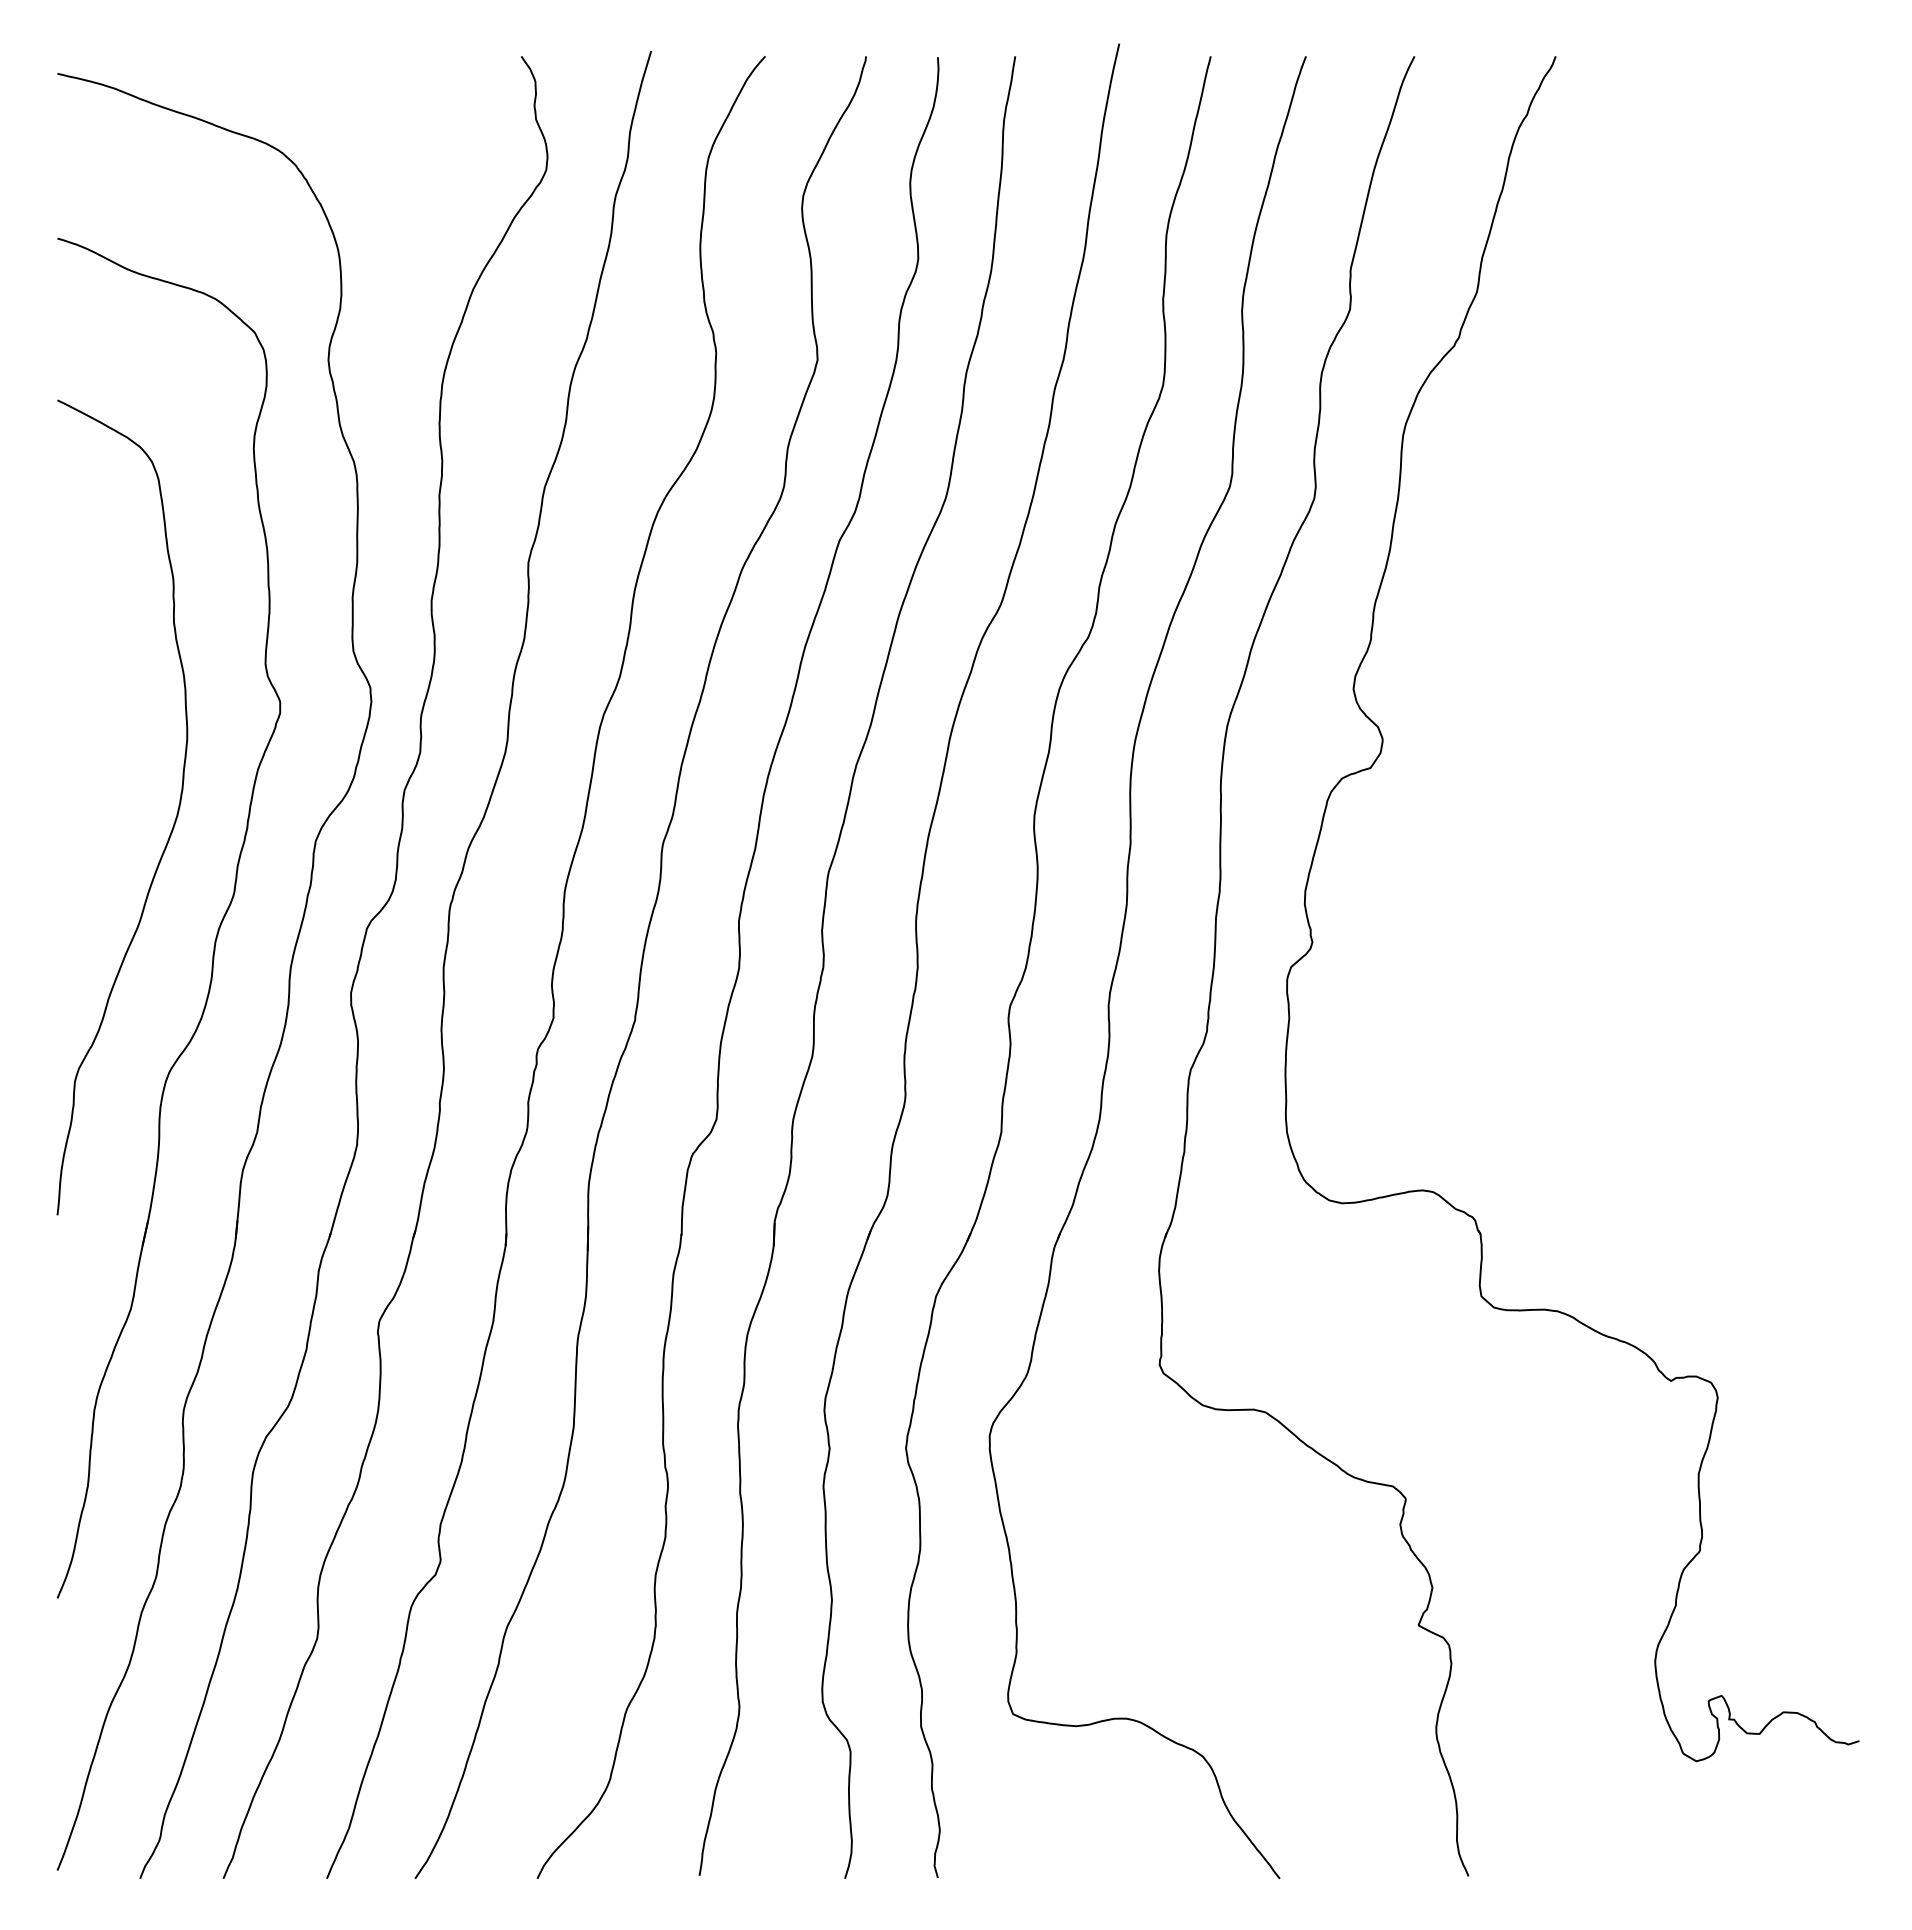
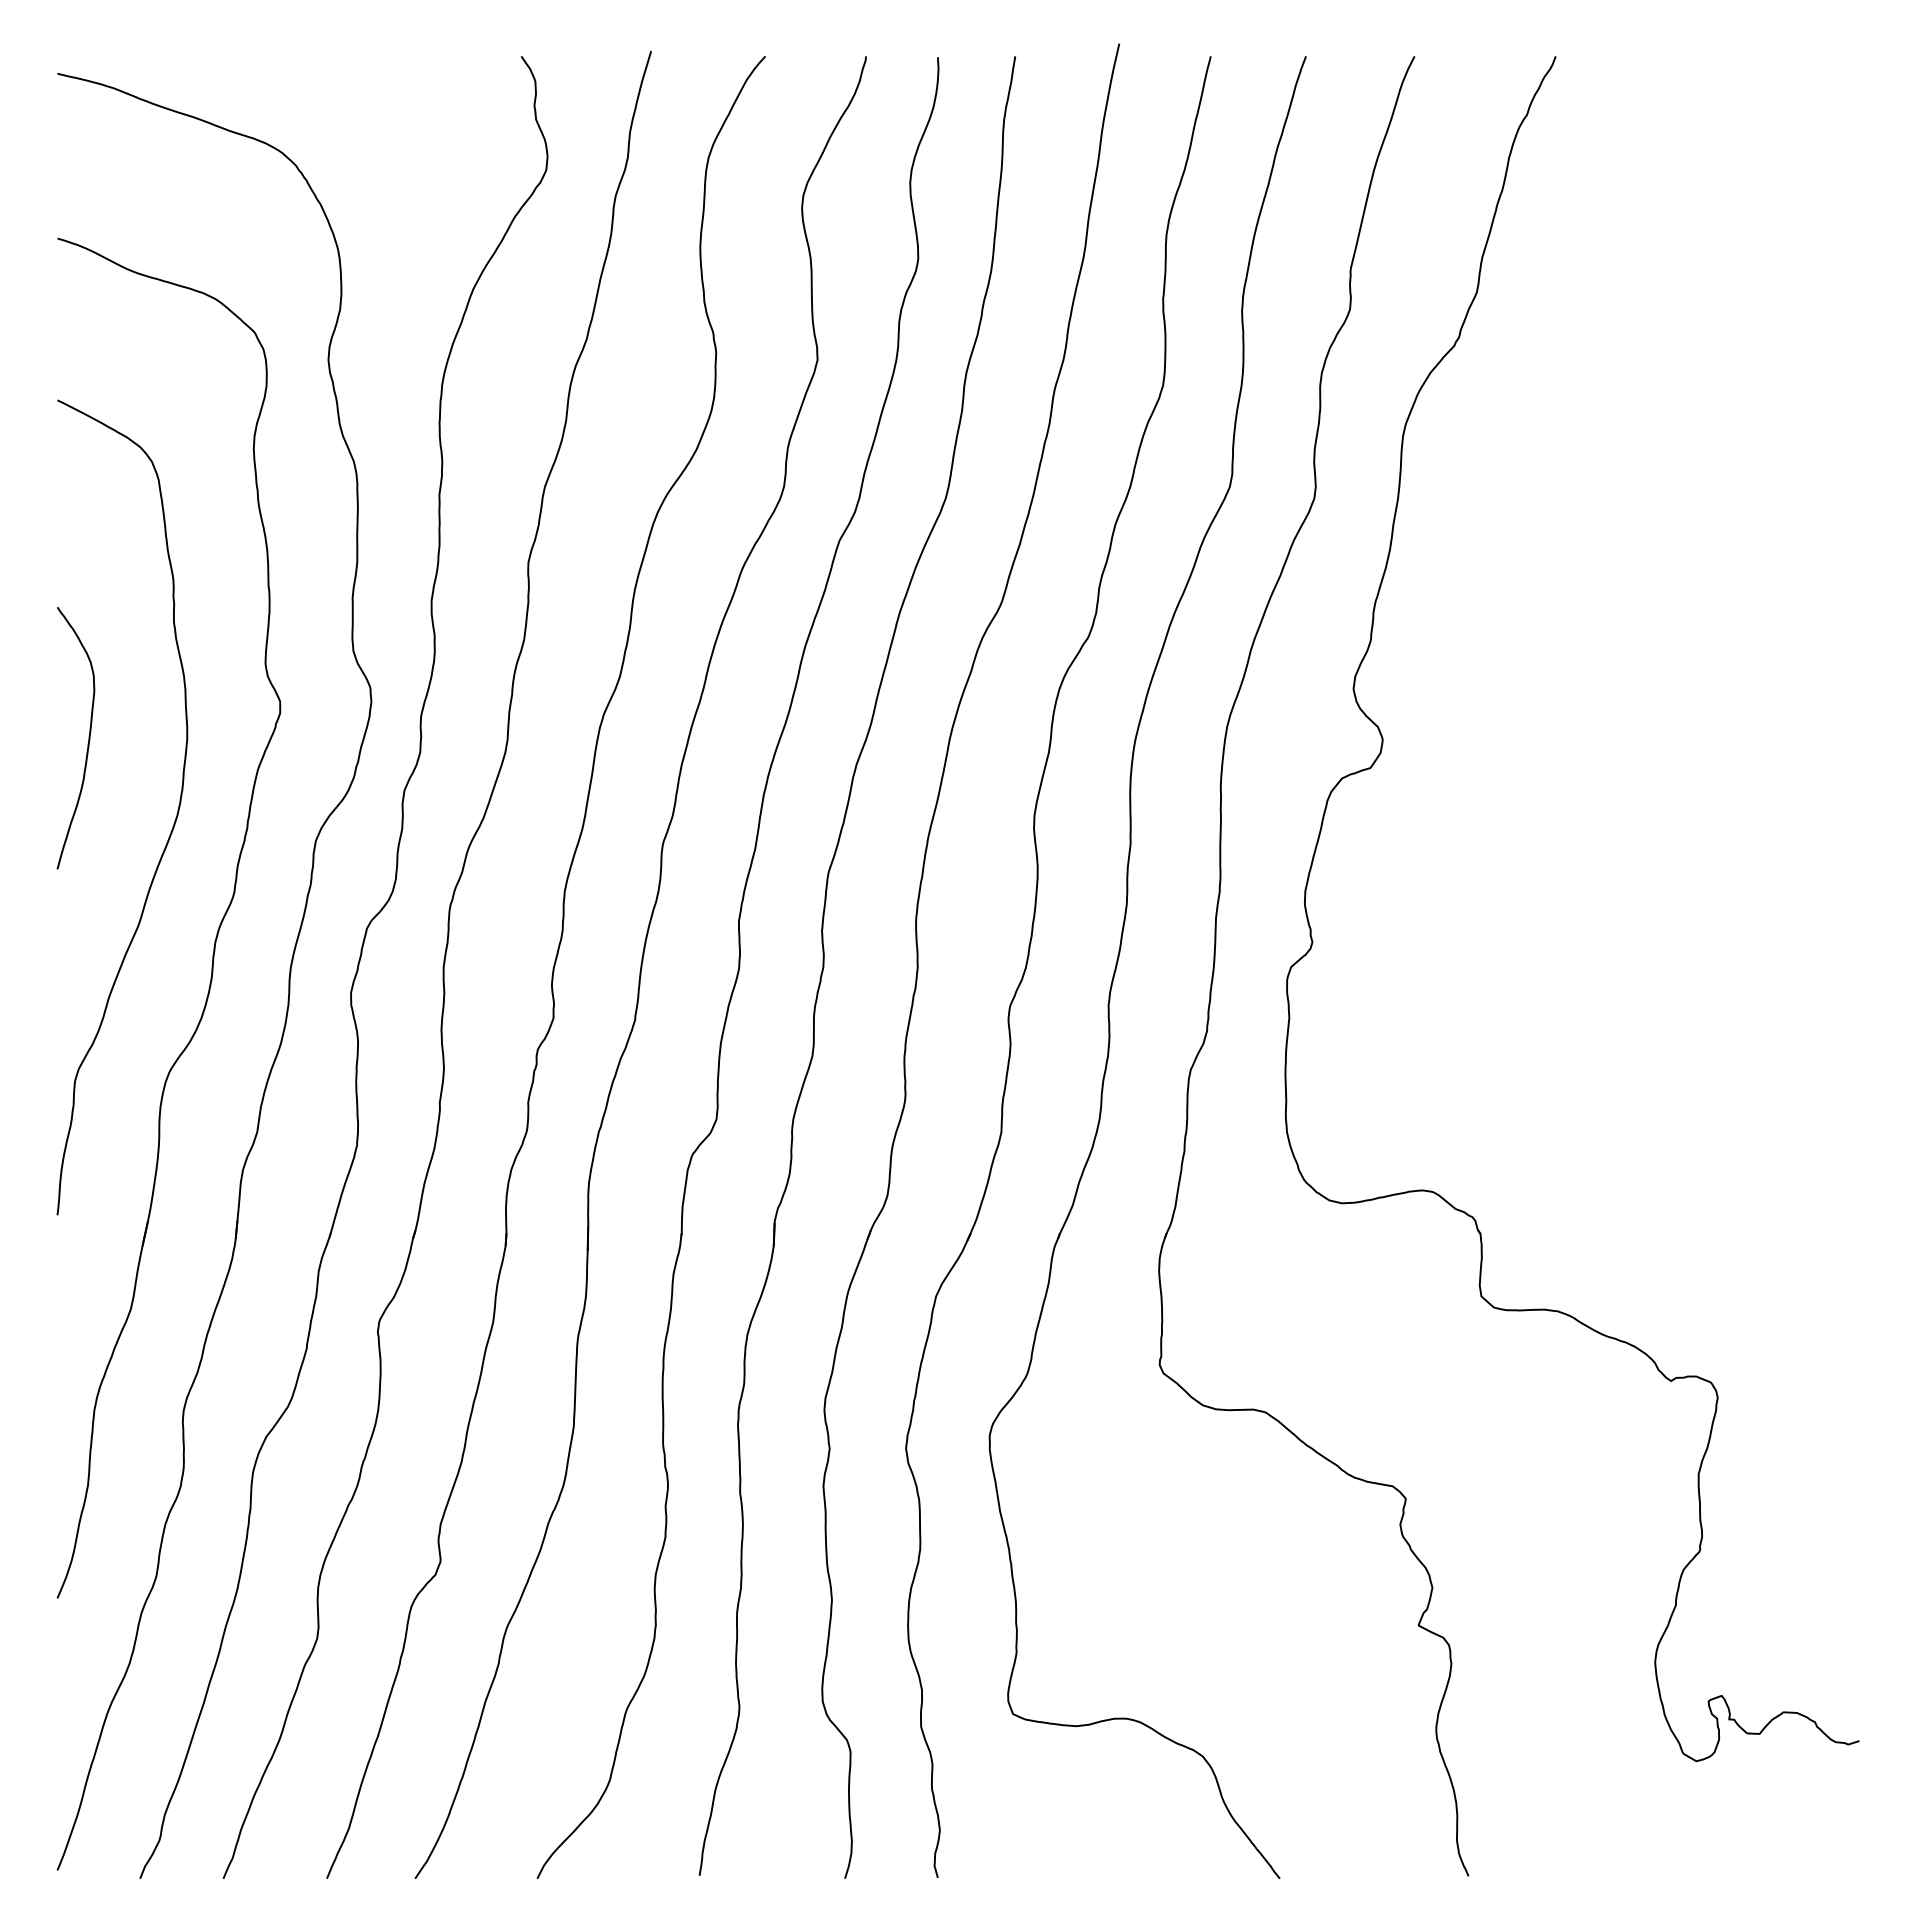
curve at (88, 738): none -> present
